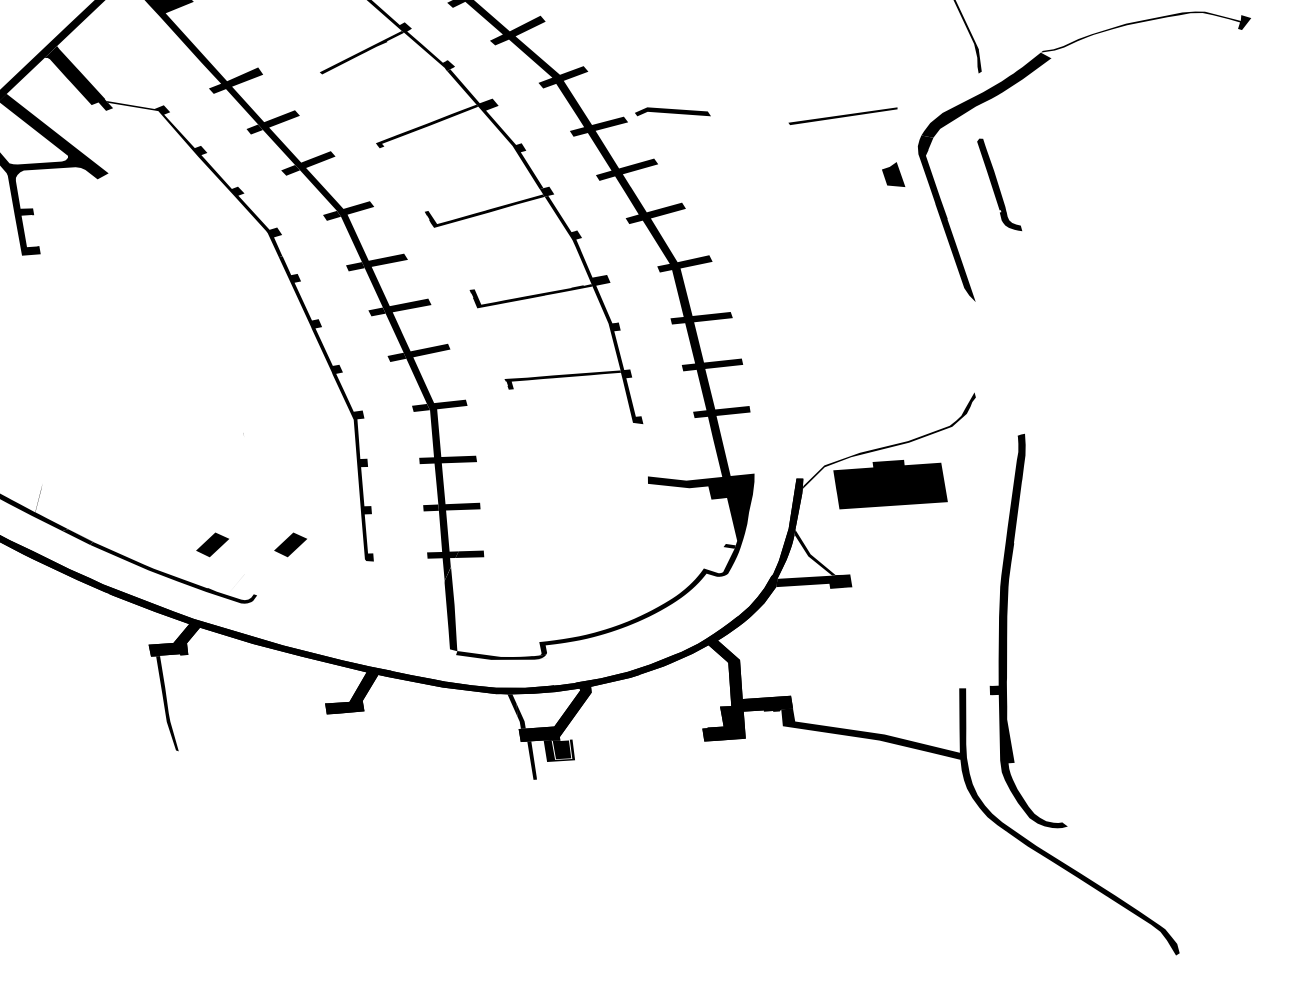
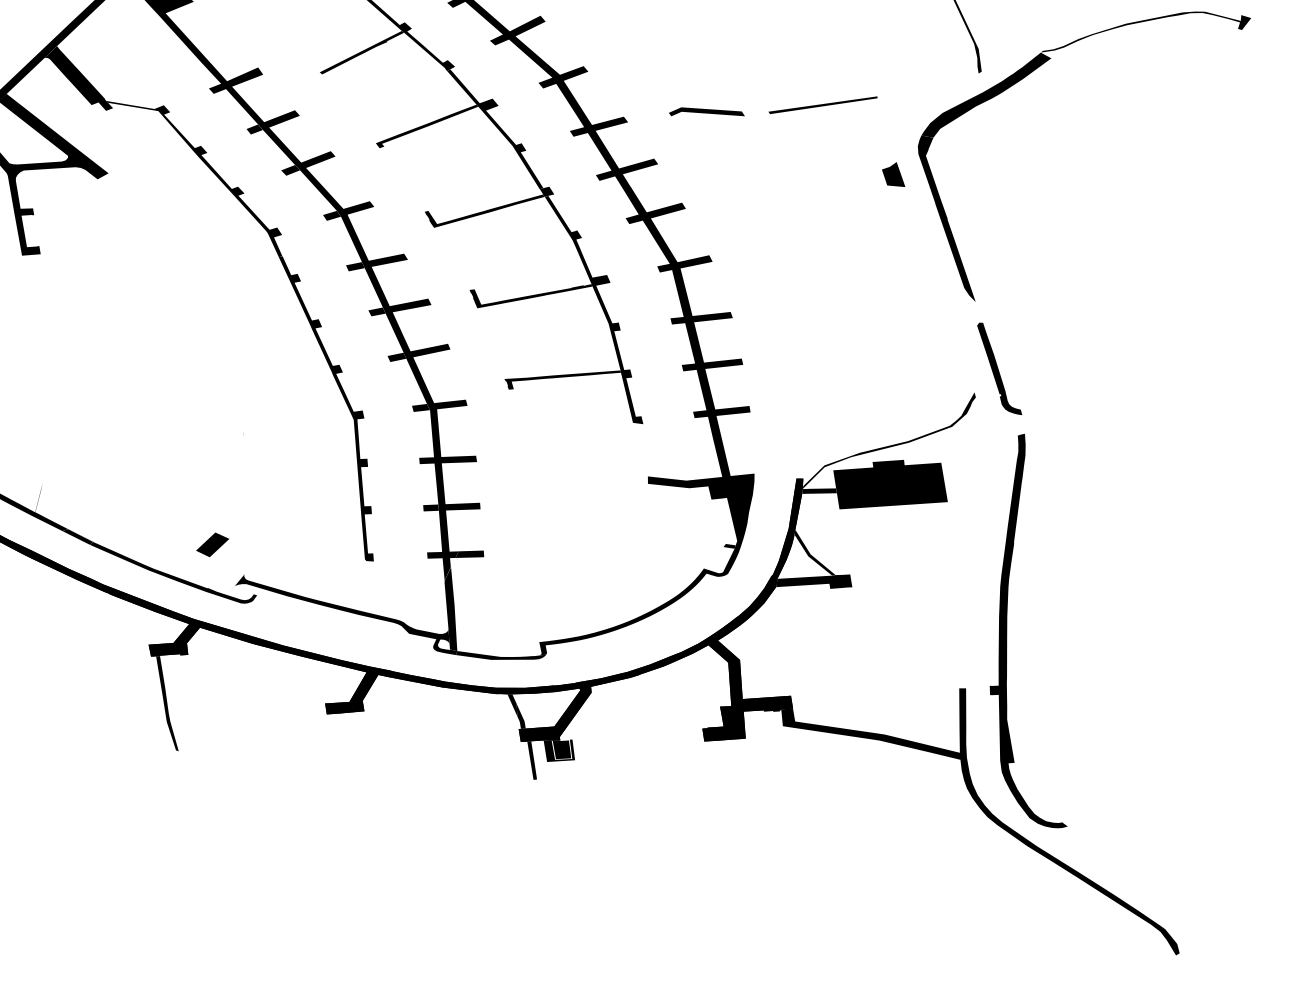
part at (672, 111) position: (672, 111) -> (706, 111)
line at (842, 115) position: (842, 115) -> (822, 104)
part at (999, 184) position: (999, 184) -> (999, 368)
fill at (819, 490): none -> present
part at (290, 544): present -> none
fill at (345, 614): none -> present
